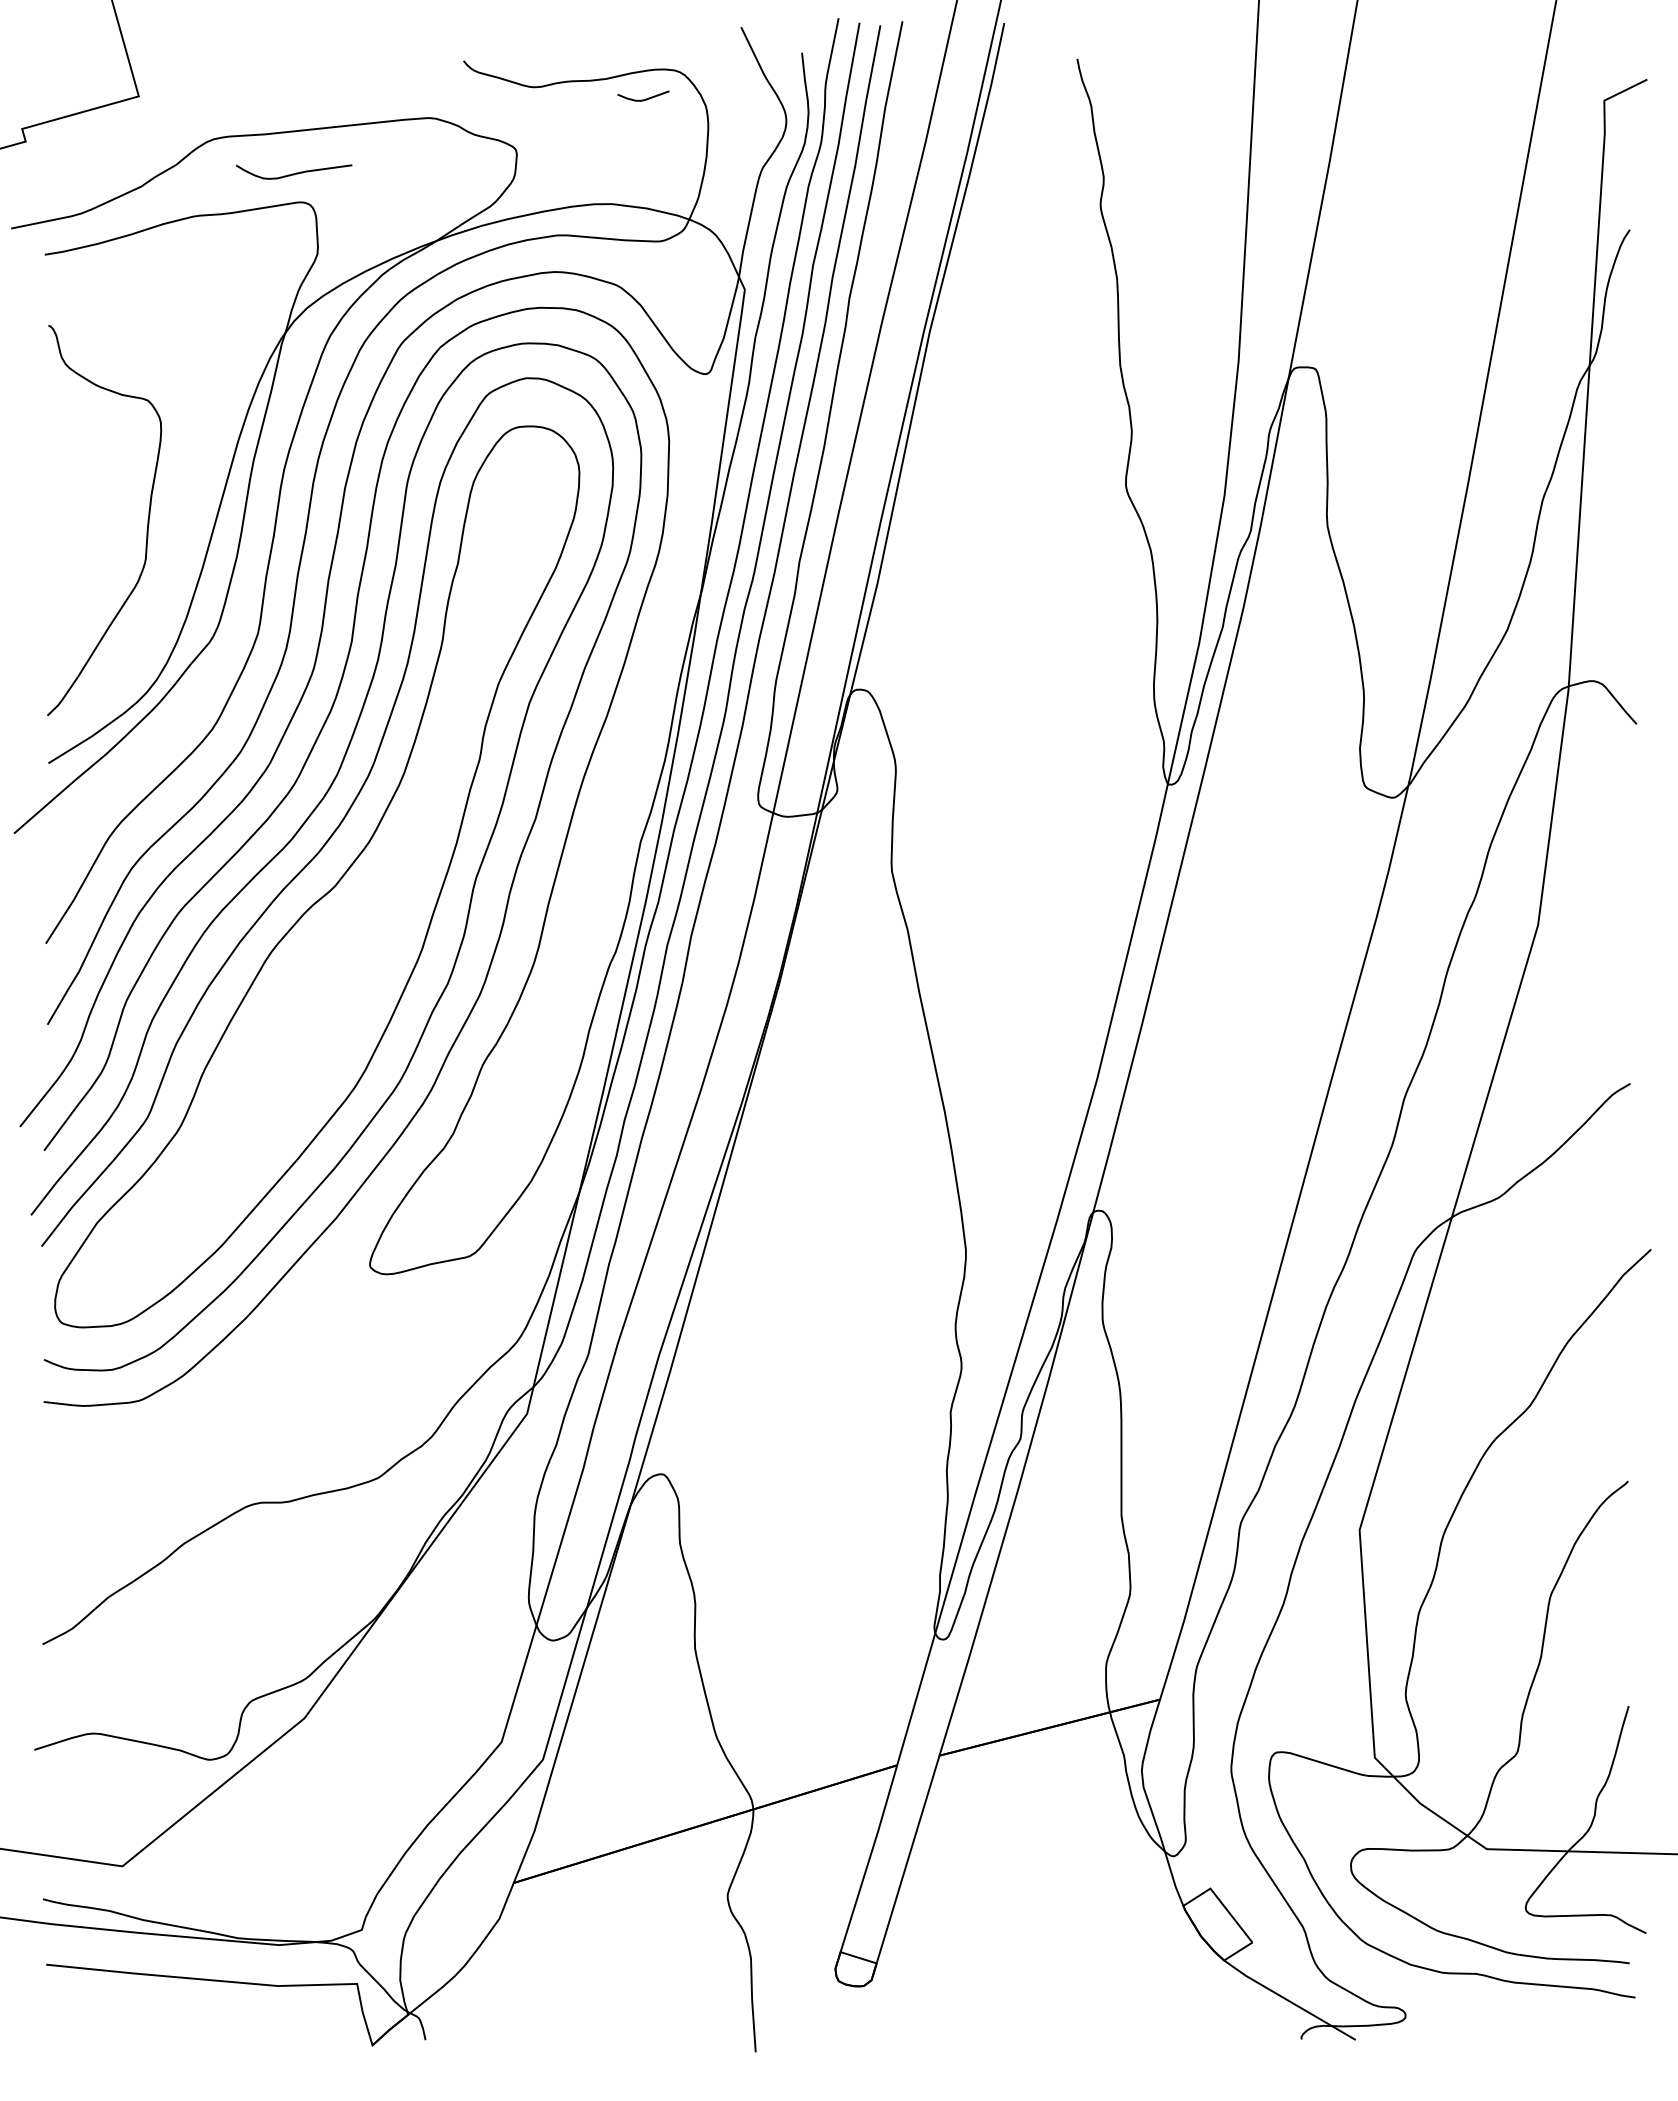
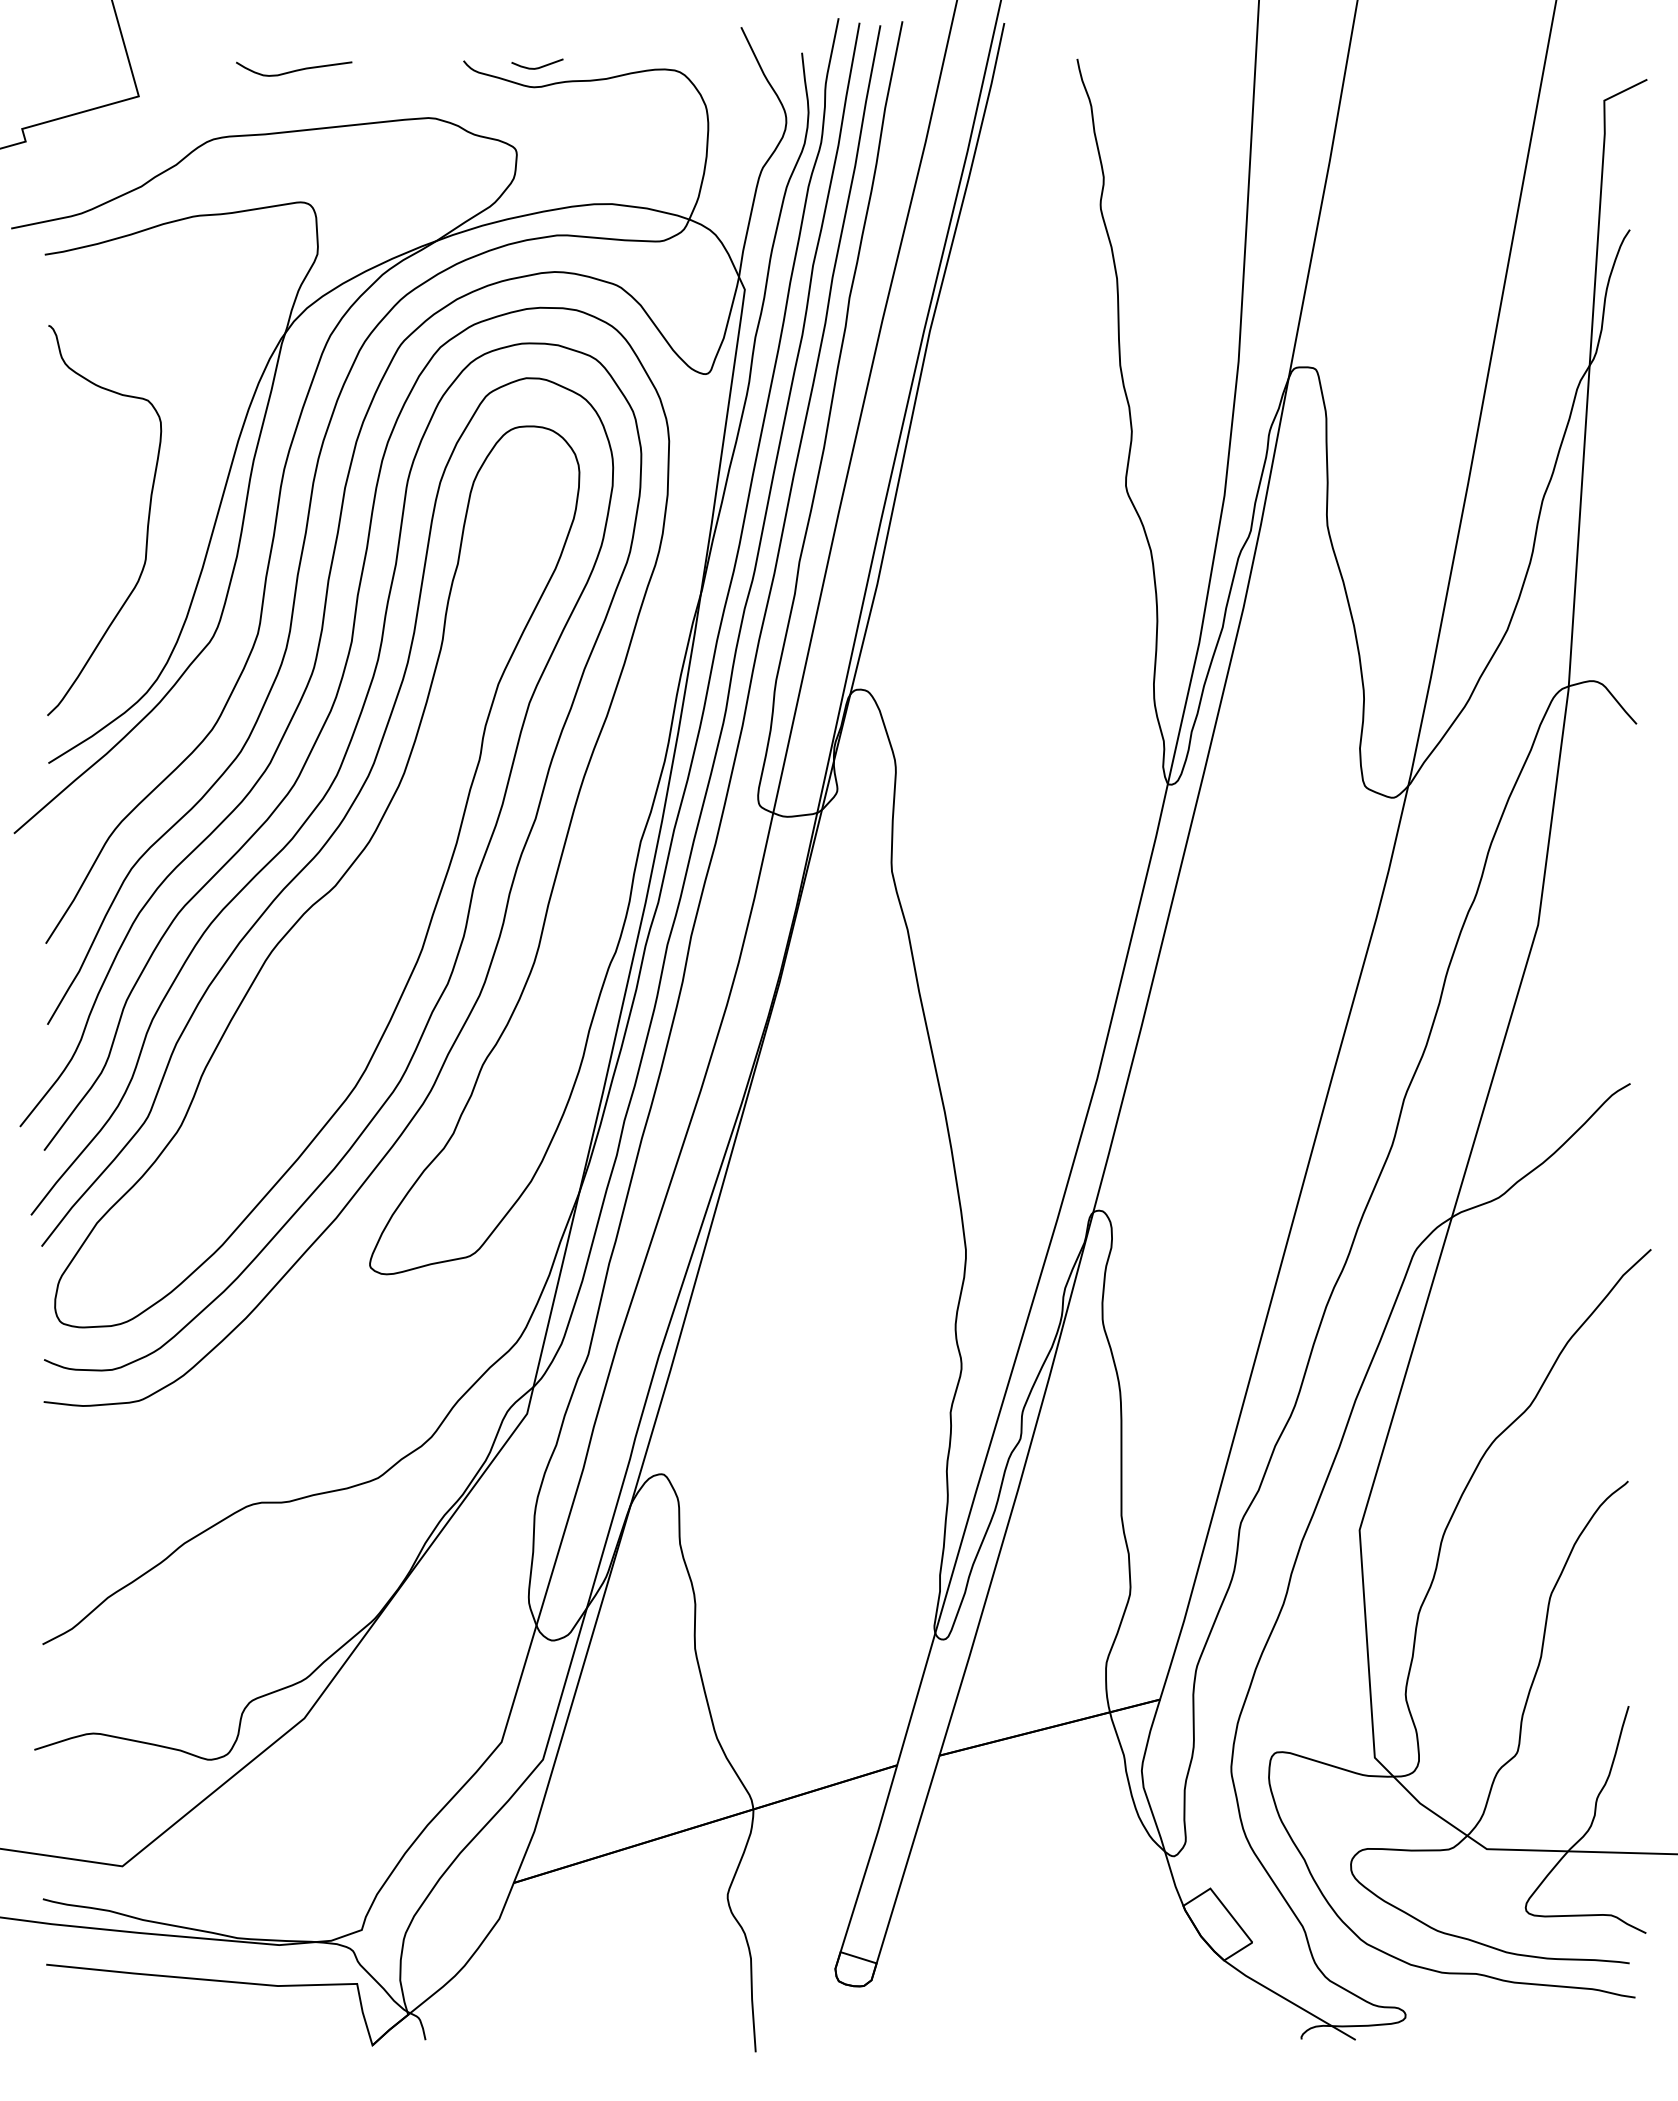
curve at (645, 98) position: (645, 98) -> (539, 66)
curve at (294, 173) position: (294, 173) -> (294, 70)
